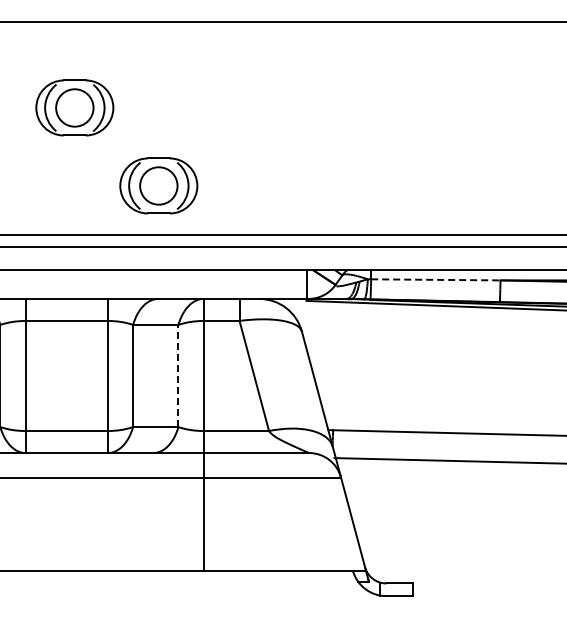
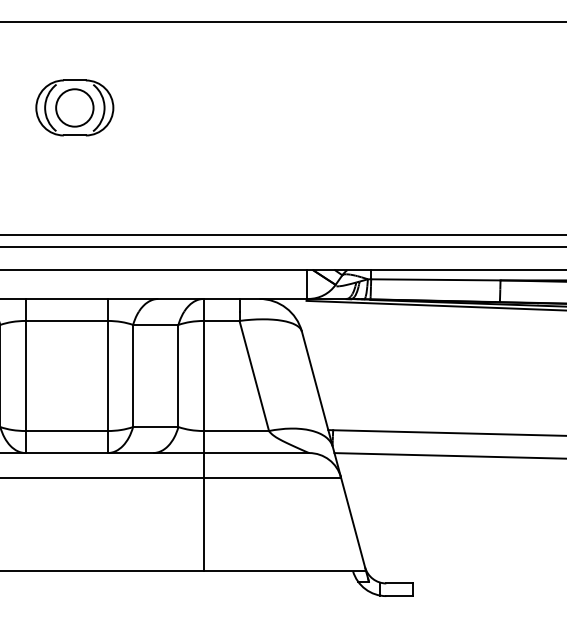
part at (158, 185): present -> none
line at (435, 279): dashed -> solid
line at (178, 375): dashed -> solid
line at (448, 460) position: (448, 460) -> (448, 455)
